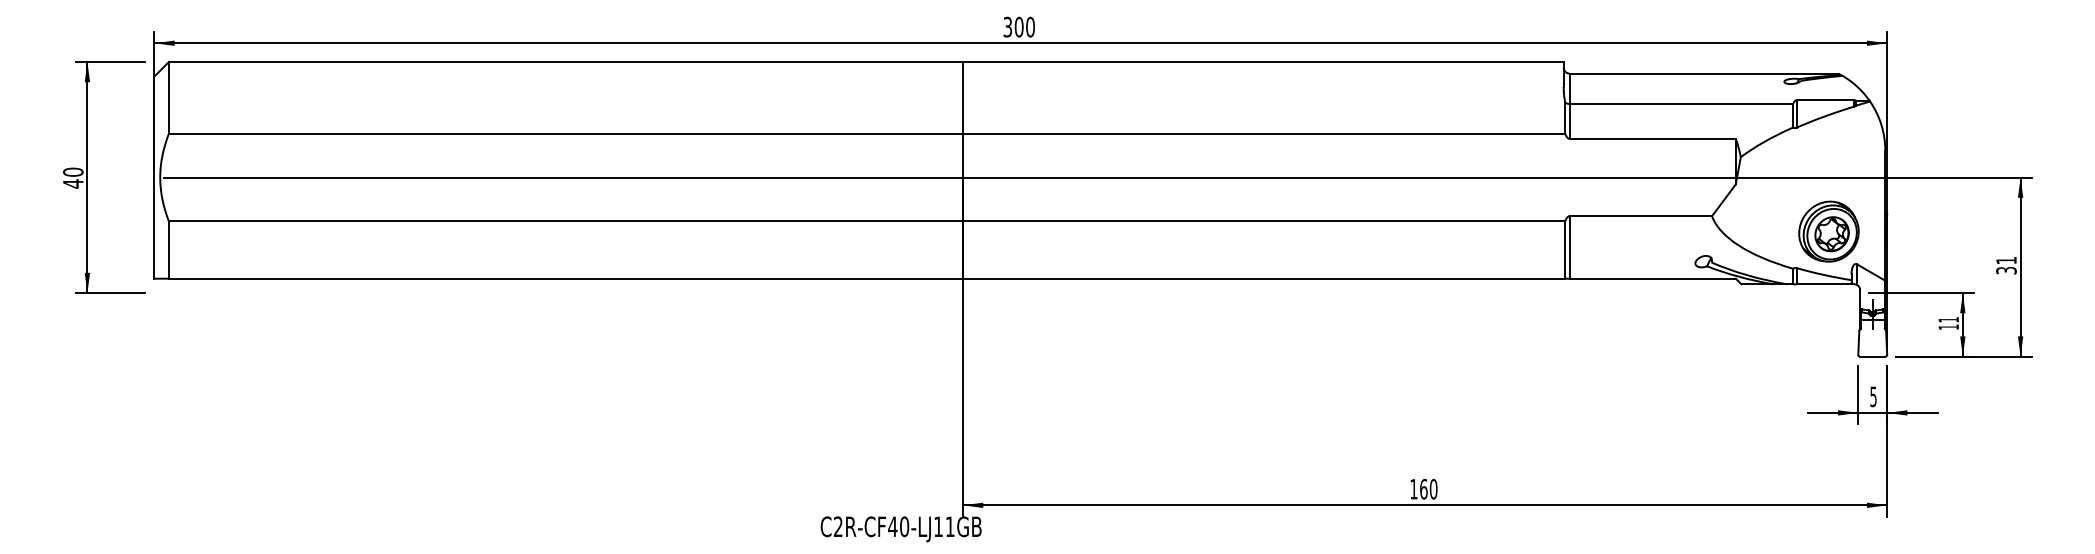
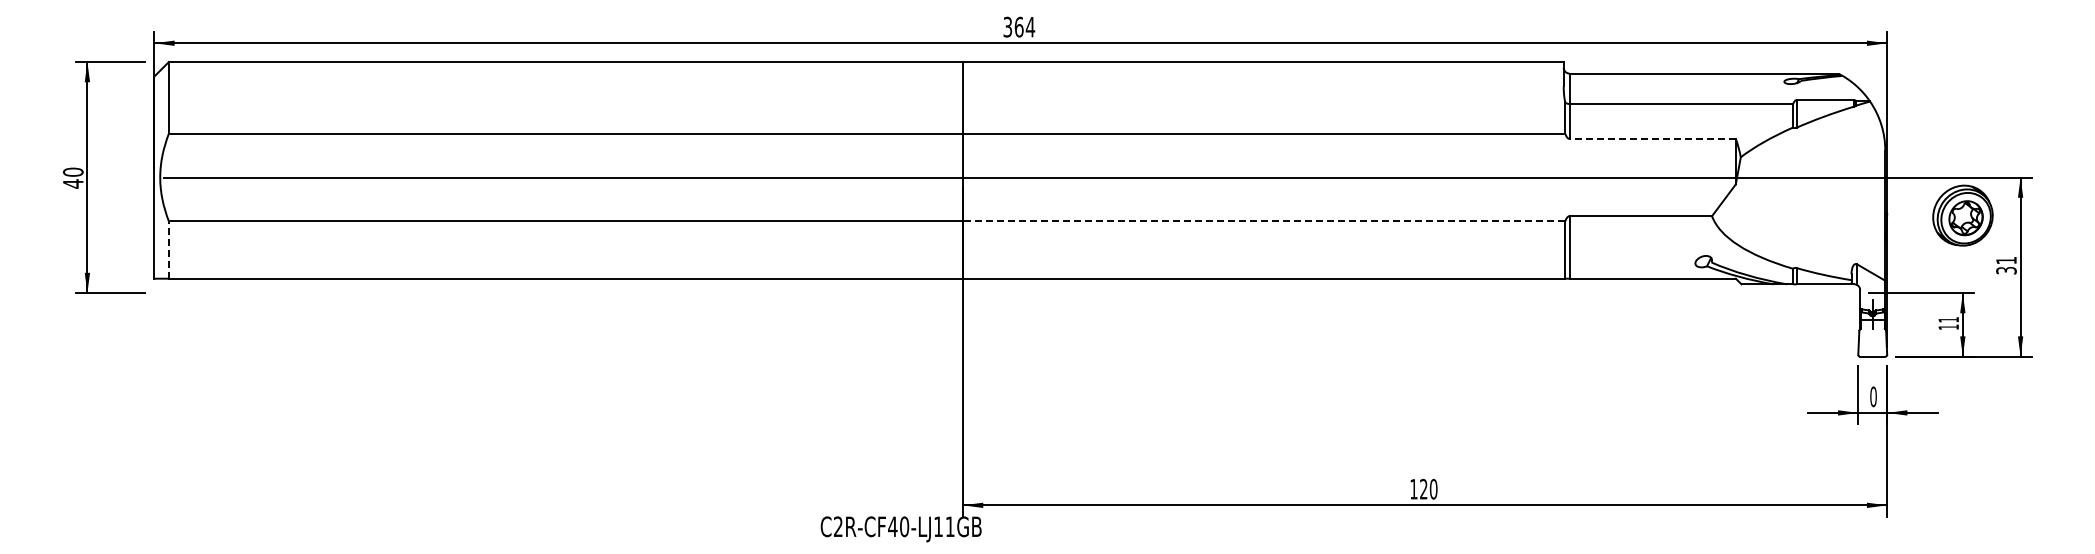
text at (1024, 26): 300 -> 364
line at (1652, 138): solid -> dashed
line at (1263, 221): solid -> dashed
part at (1828, 231) position: (1828, 231) -> (1962, 215)
line at (168, 249): solid -> dashed
text at (1873, 396): 5 -> 0
text at (1423, 488): 160 -> 120
